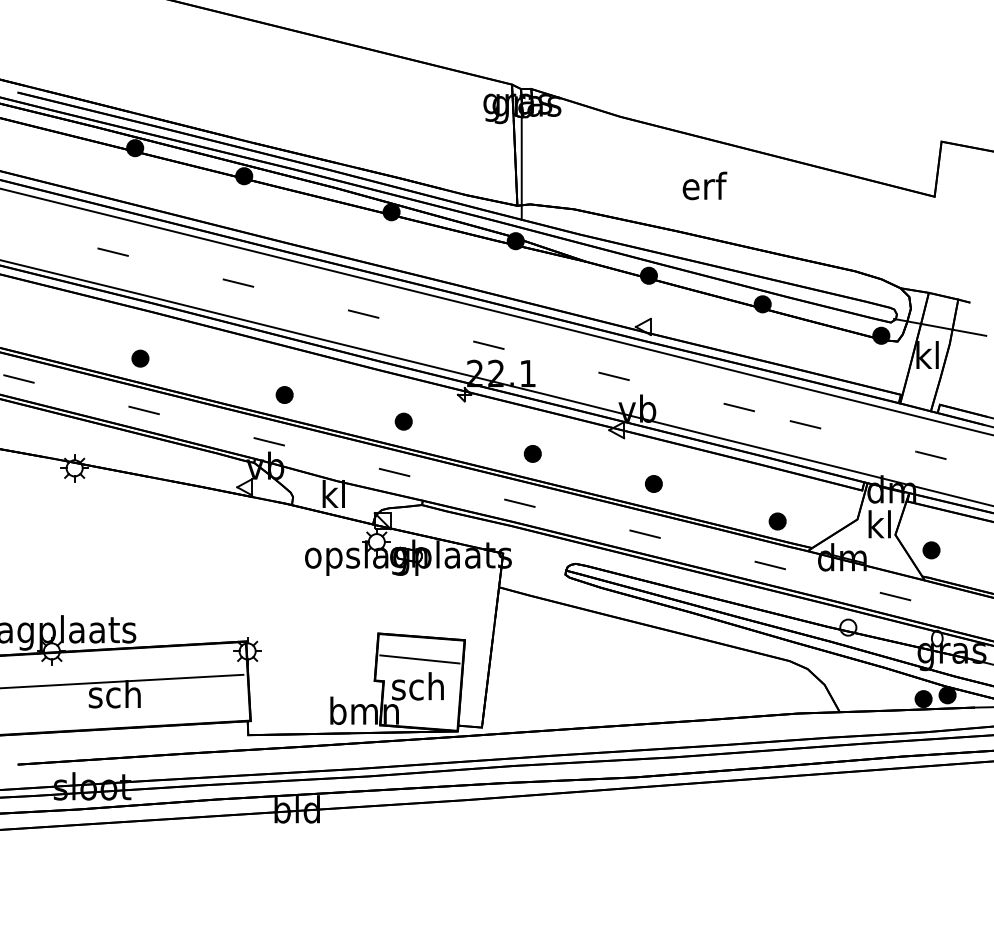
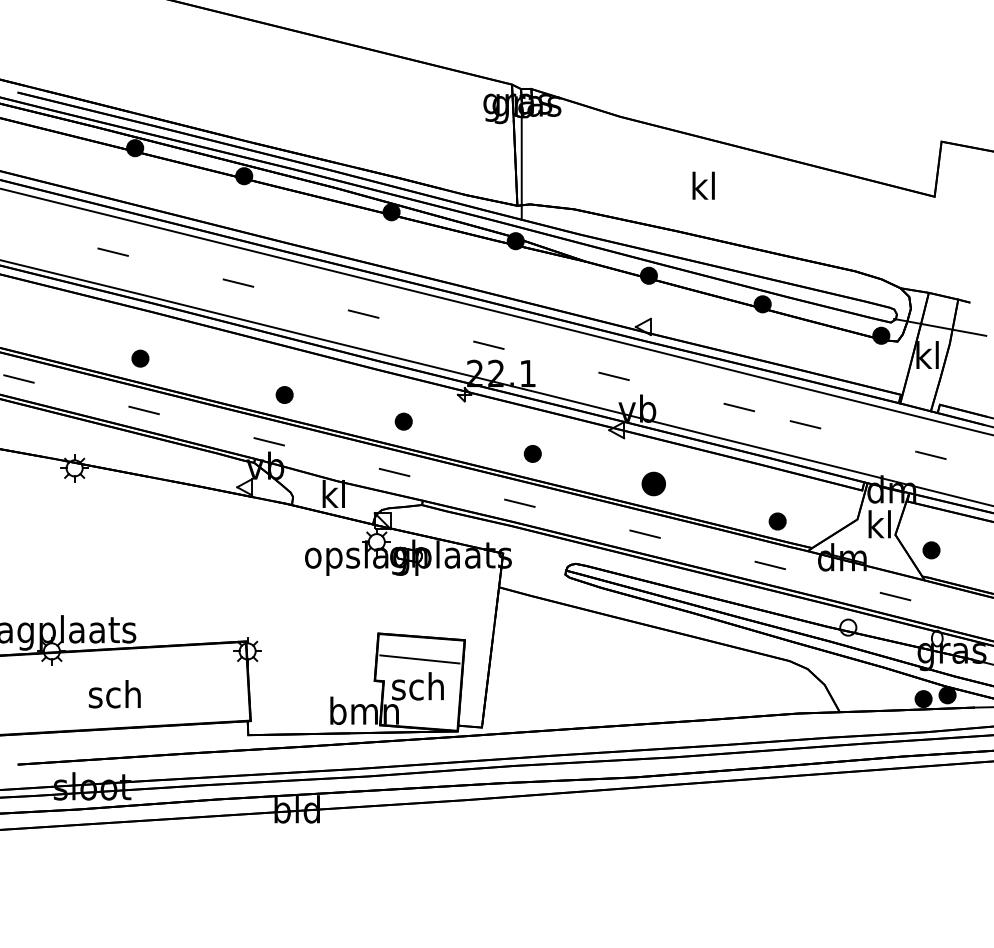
text at (704, 185): erf -> kl
part at (653, 483) size: 18x18 px -> 25x26 px
line at (122, 681): present -> none
